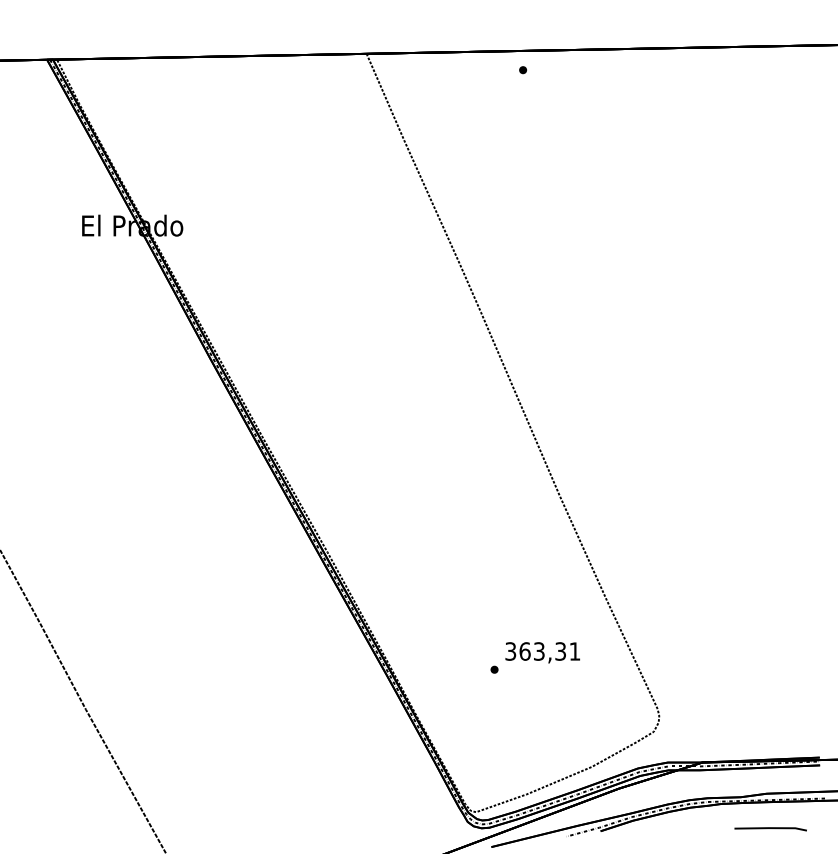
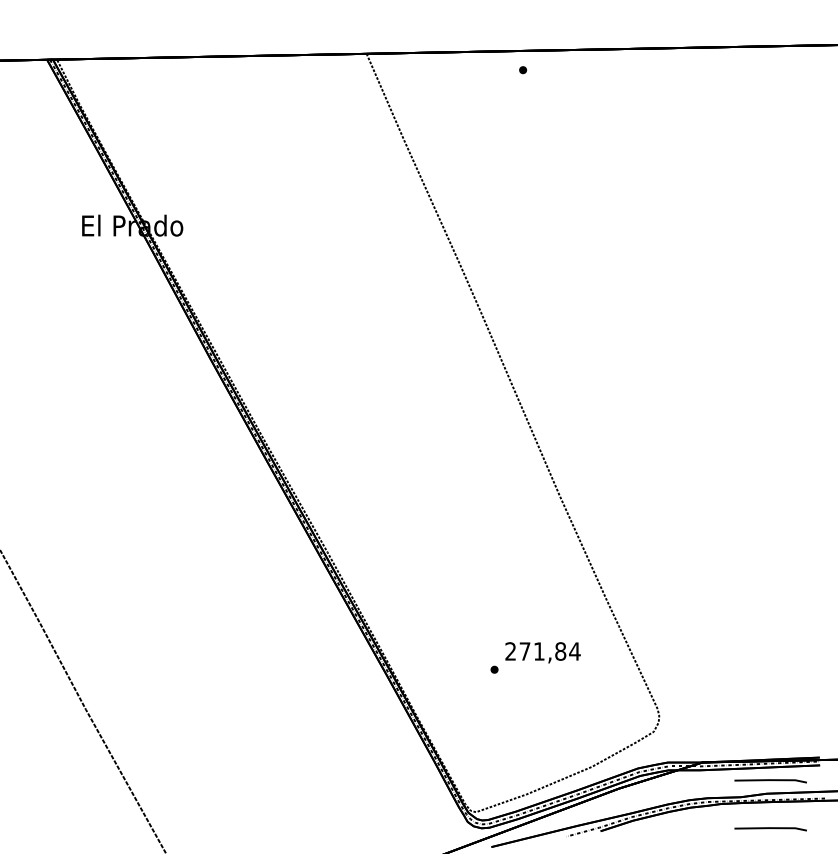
text at (542, 651): 363,31 -> 271,84
line at (770, 780): none -> present
